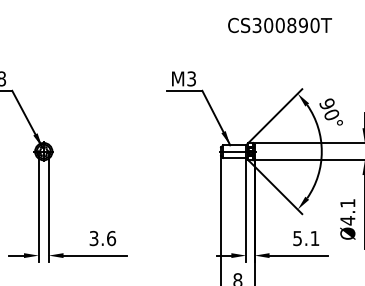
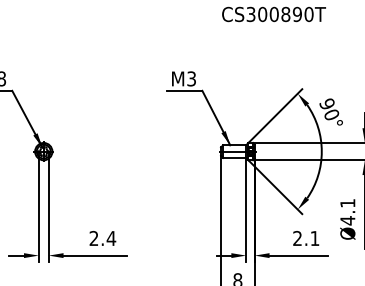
text at (279, 25) position: (279, 25) -> (273, 14)
text at (102, 238): 3.6 -> 2.4
text at (297, 238): 5.1 -> 2.1
